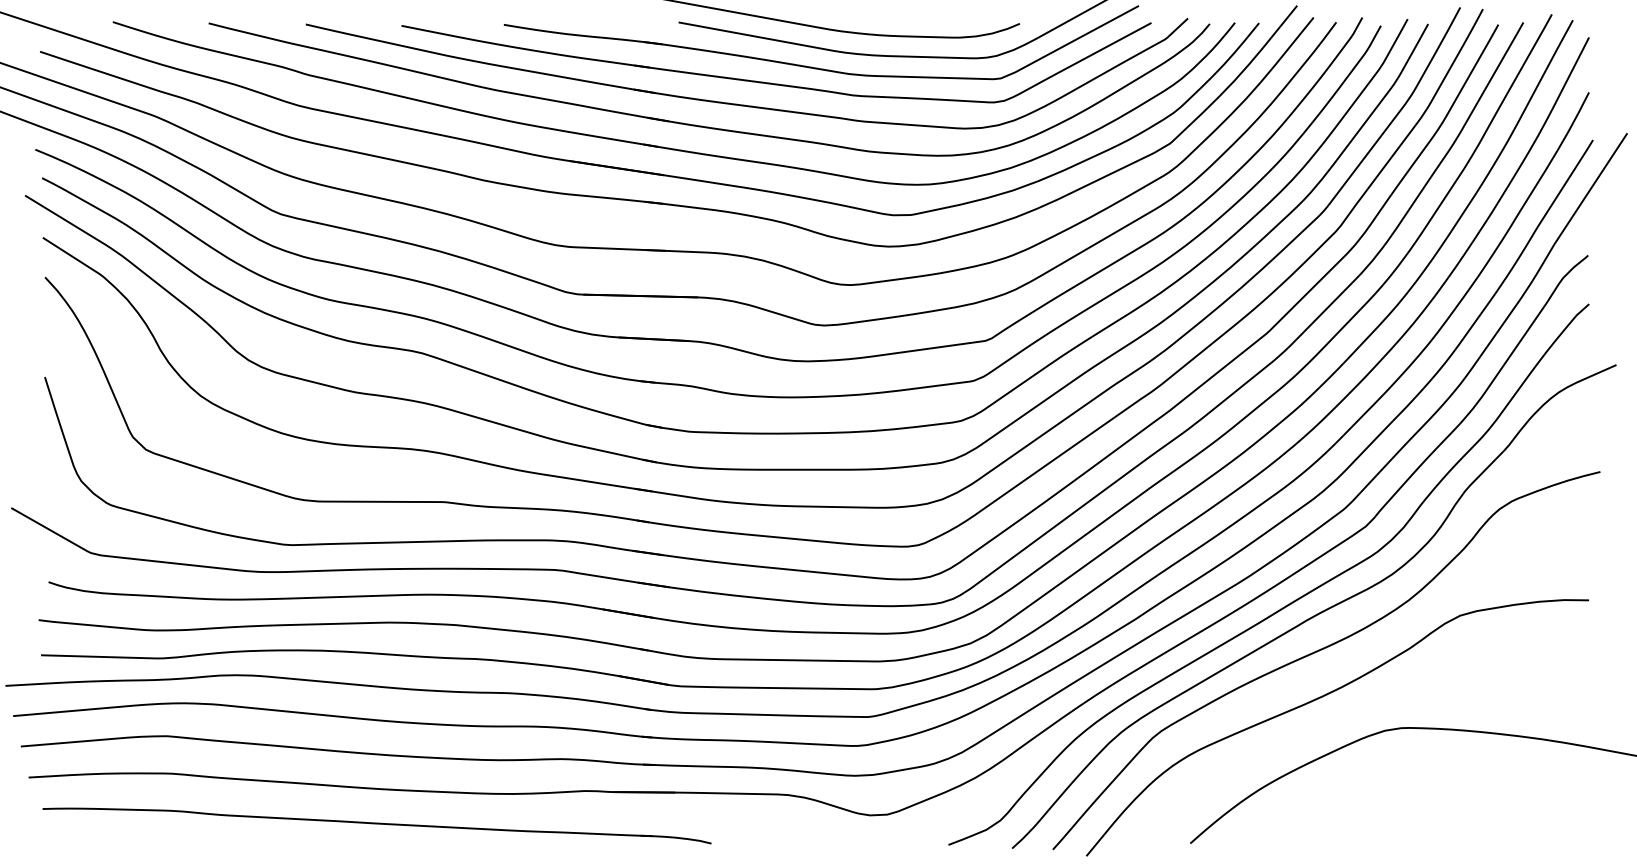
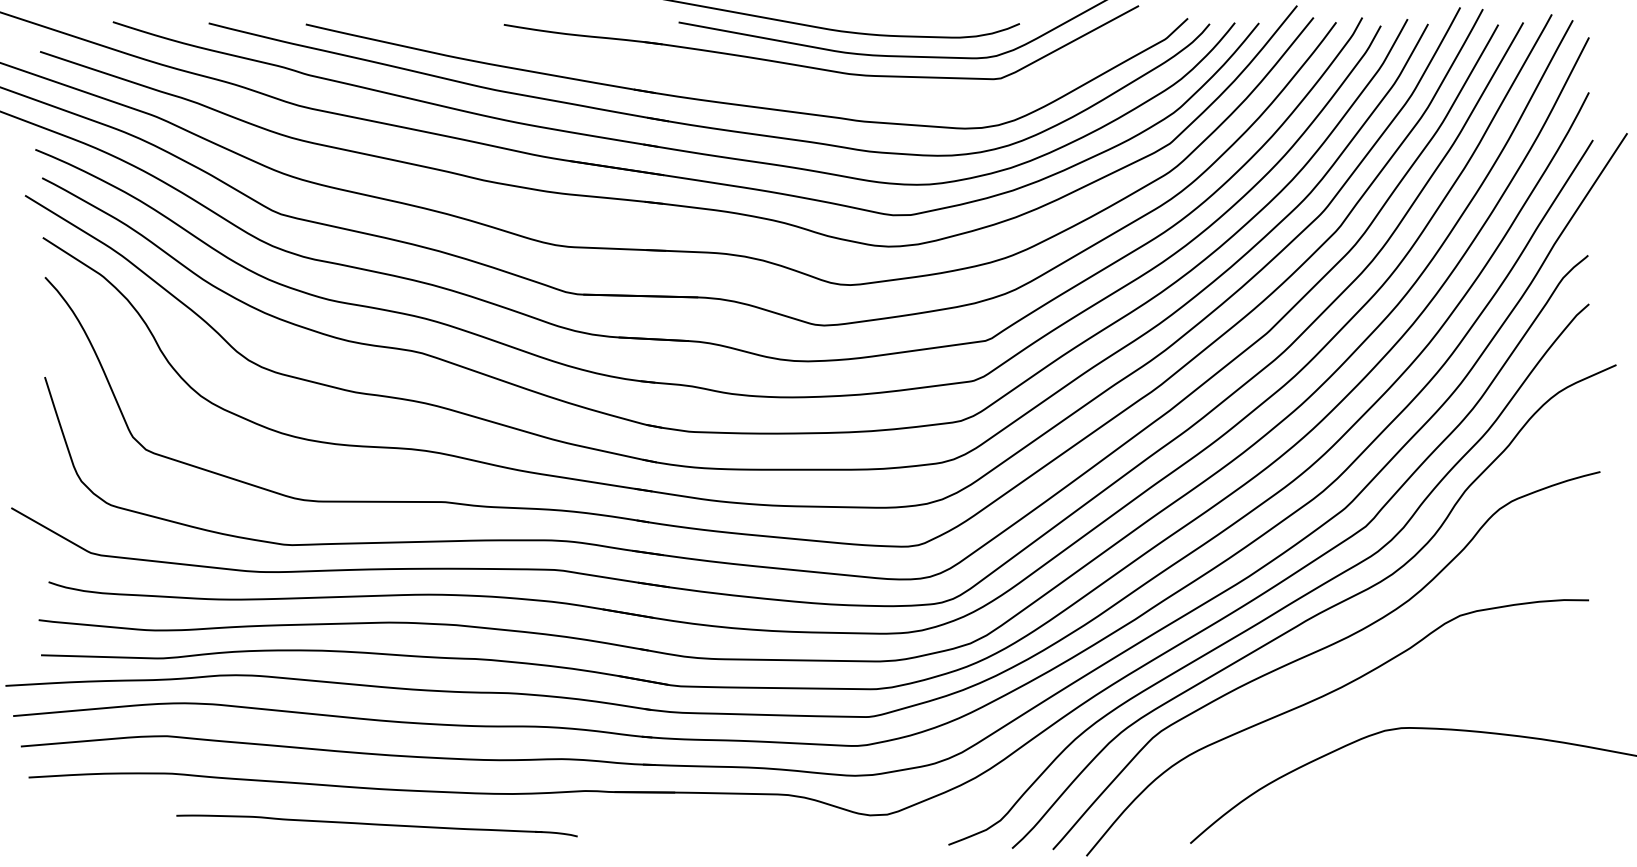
part at (771, 82): present -> none
part at (376, 825) size: 670x38 px -> 402x24 px
